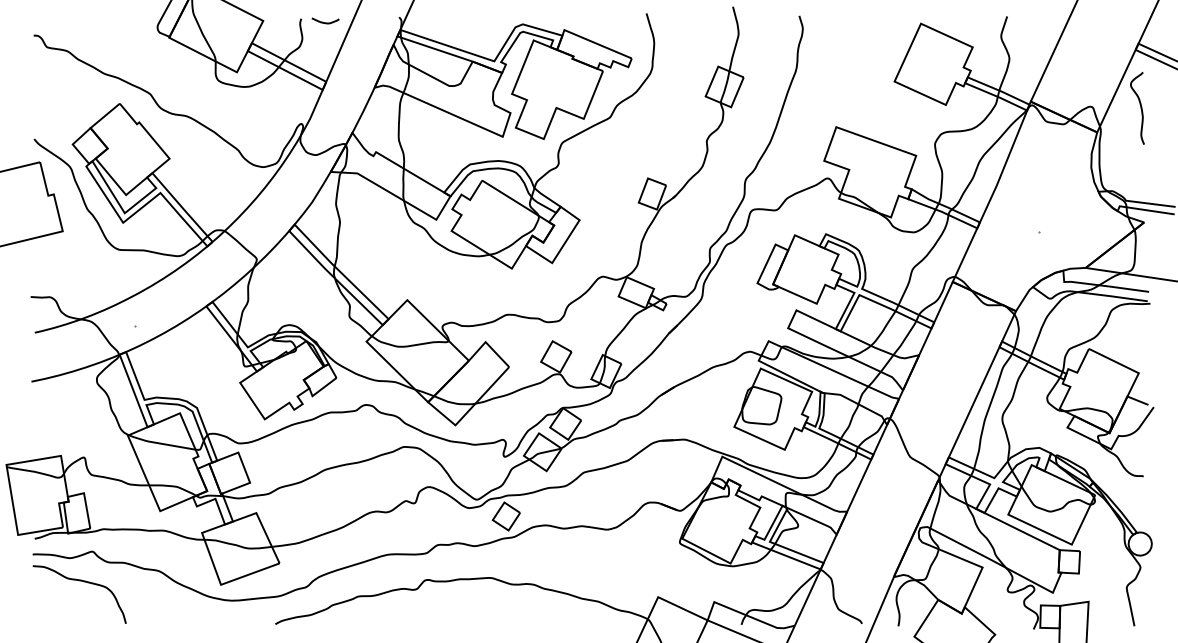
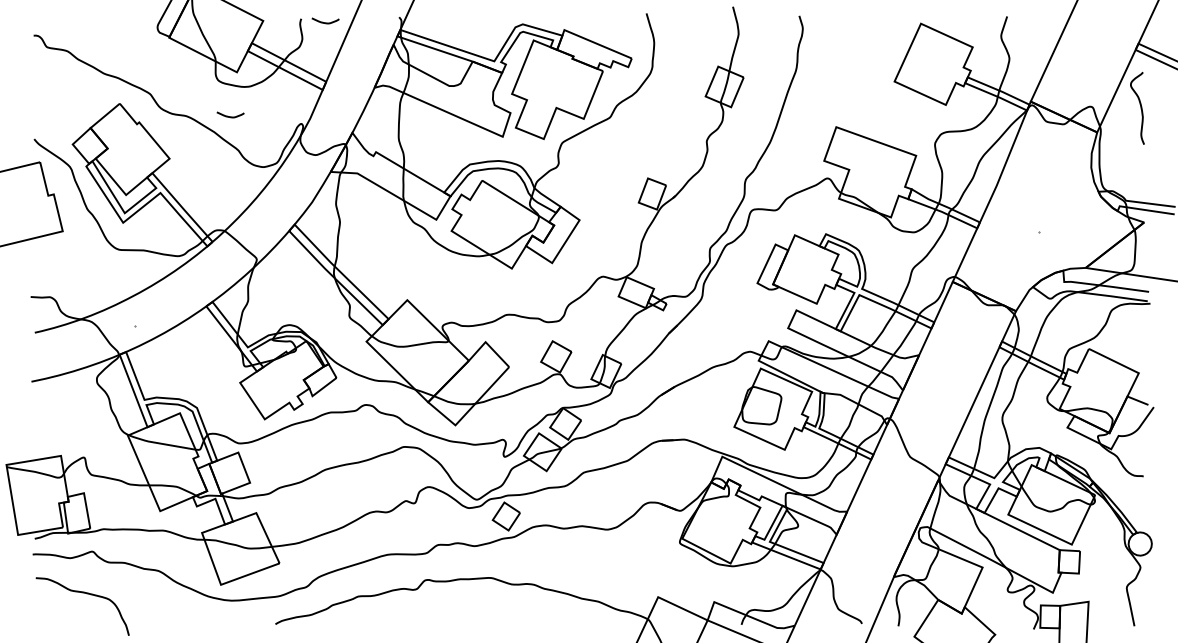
curve at (230, 116): none -> present
curve at (83, 582) position: (83, 582) -> (86, 594)
